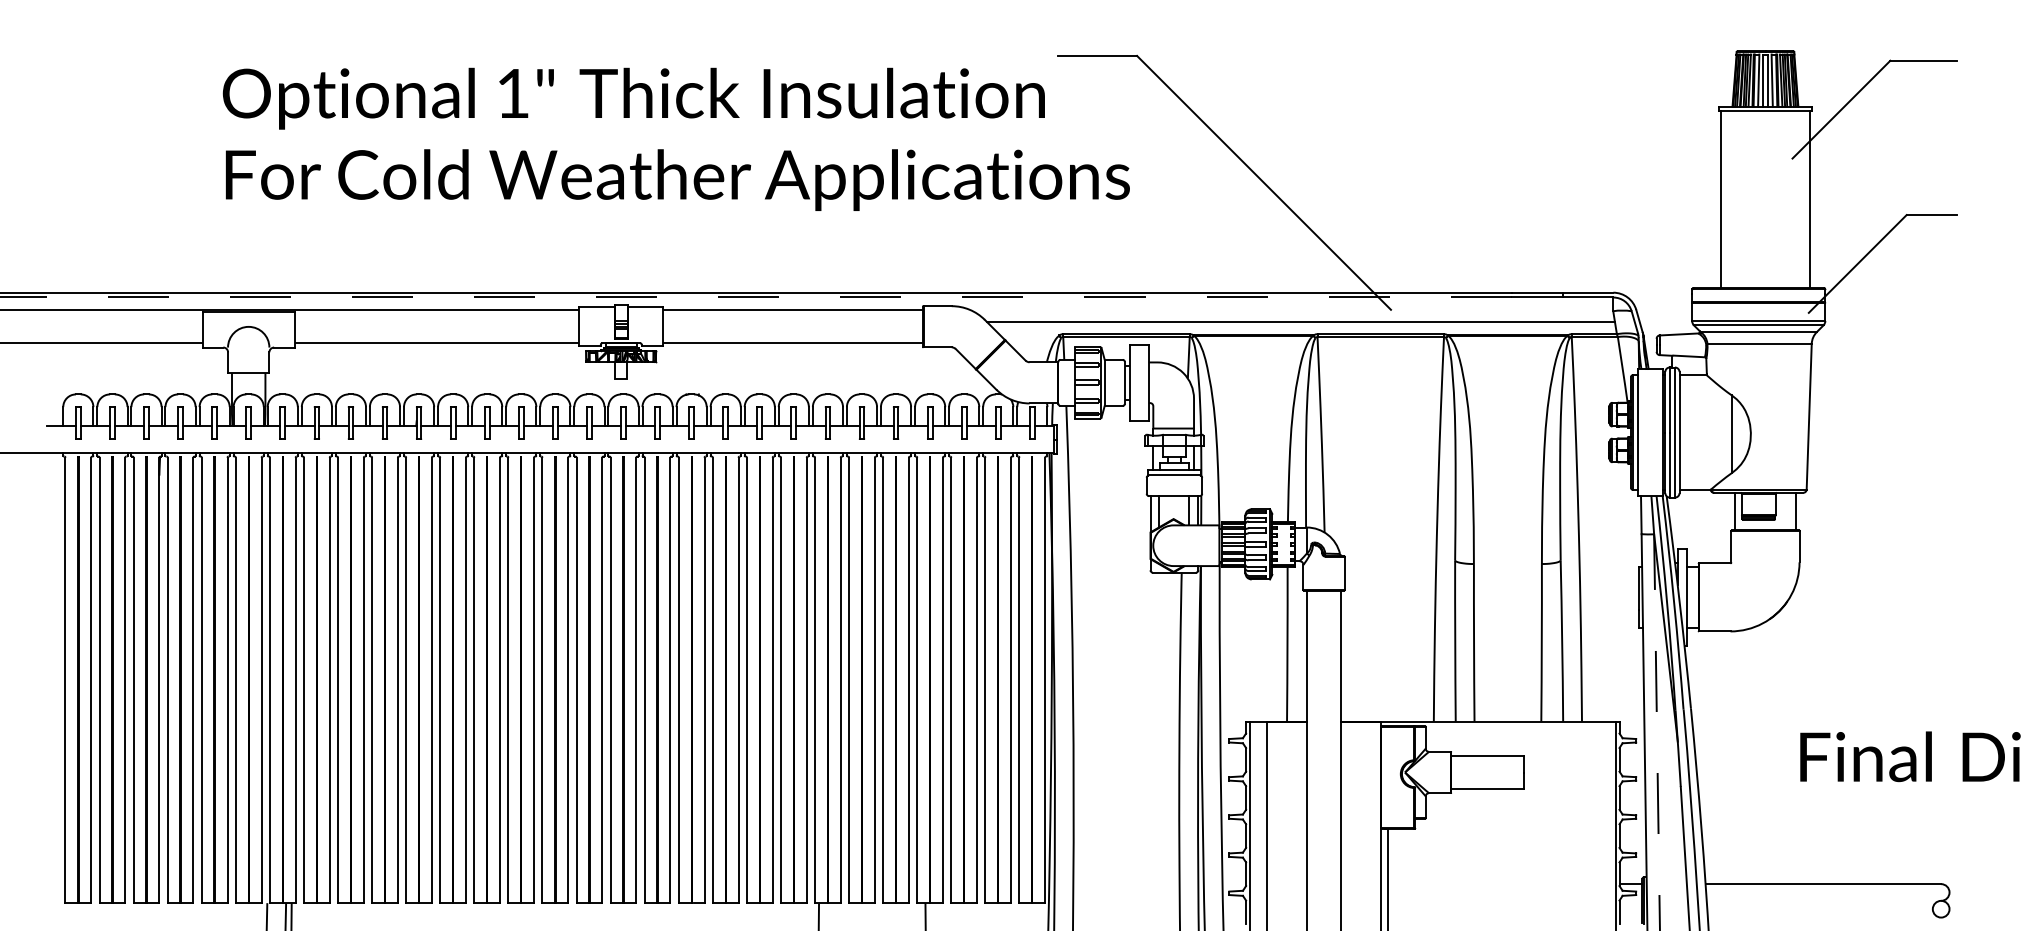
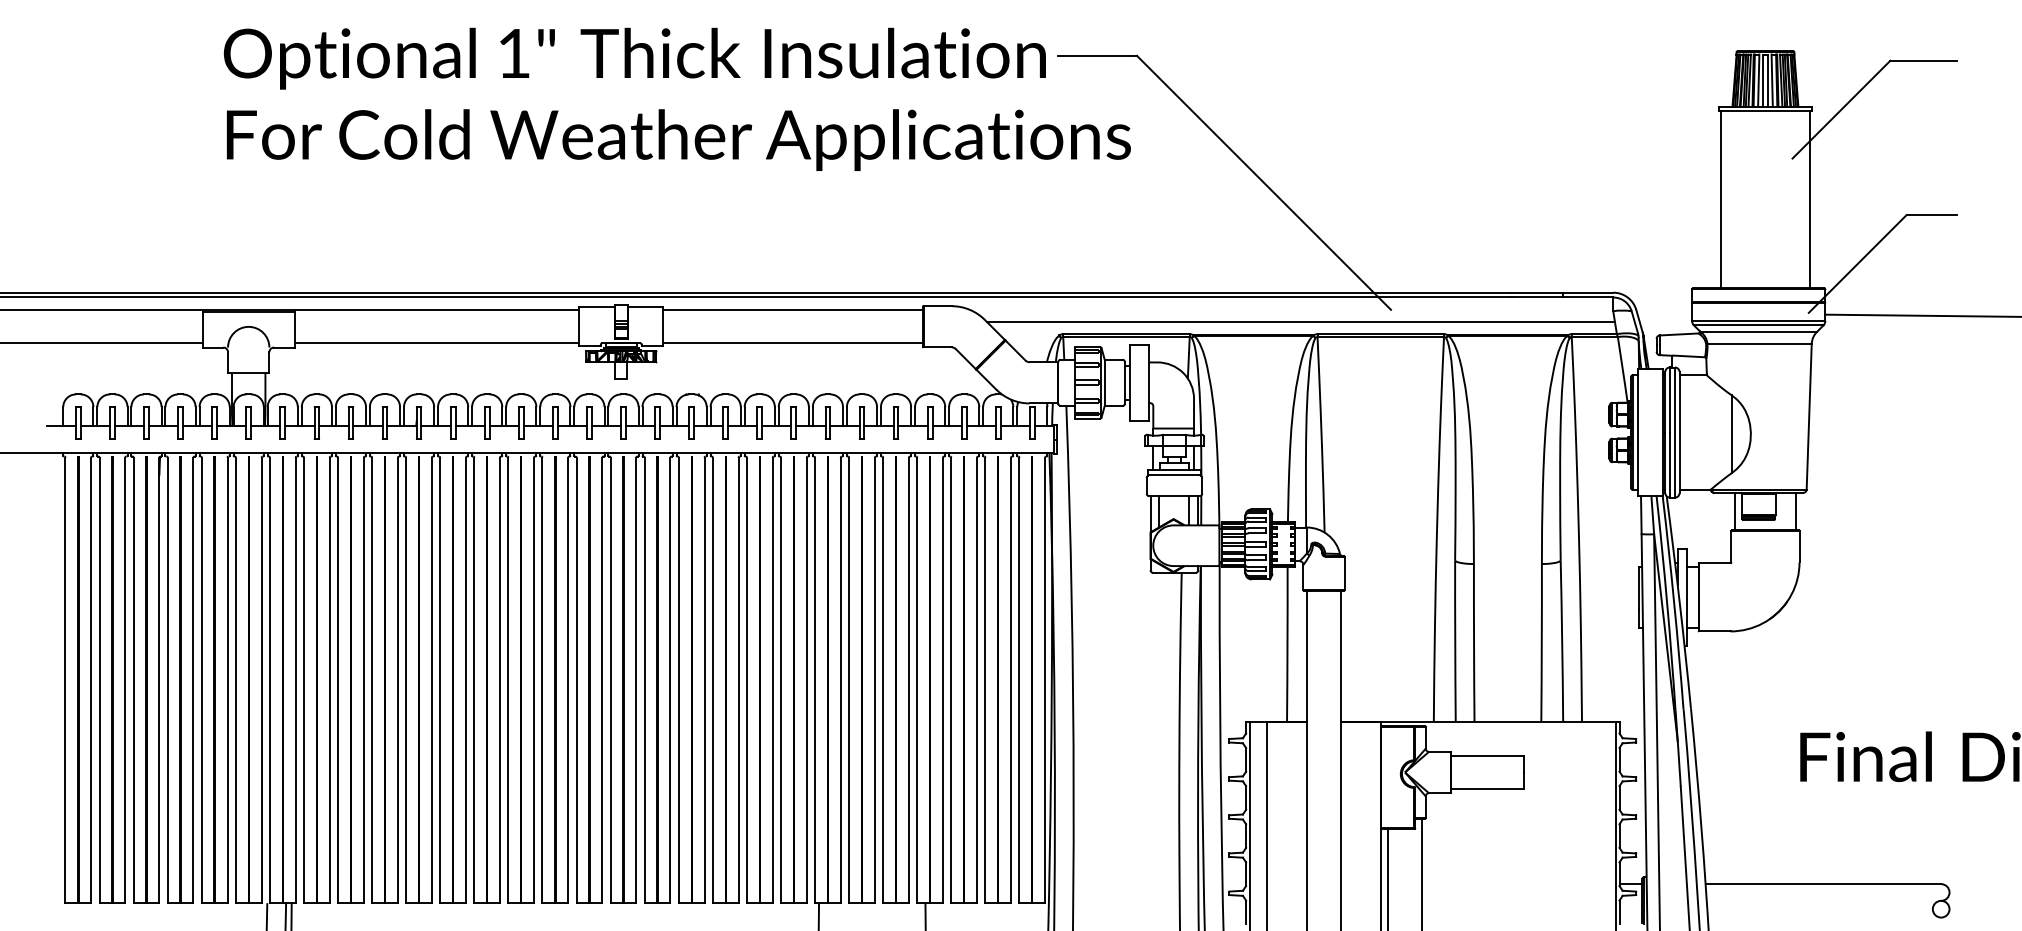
text at (675, 138) position: (675, 138) -> (676, 98)
line at (755, 297): dashed -> solid
line at (1921, 315): none -> present
line at (1657, 732): dashed -> solid
line at (1421, 872): none -> present
